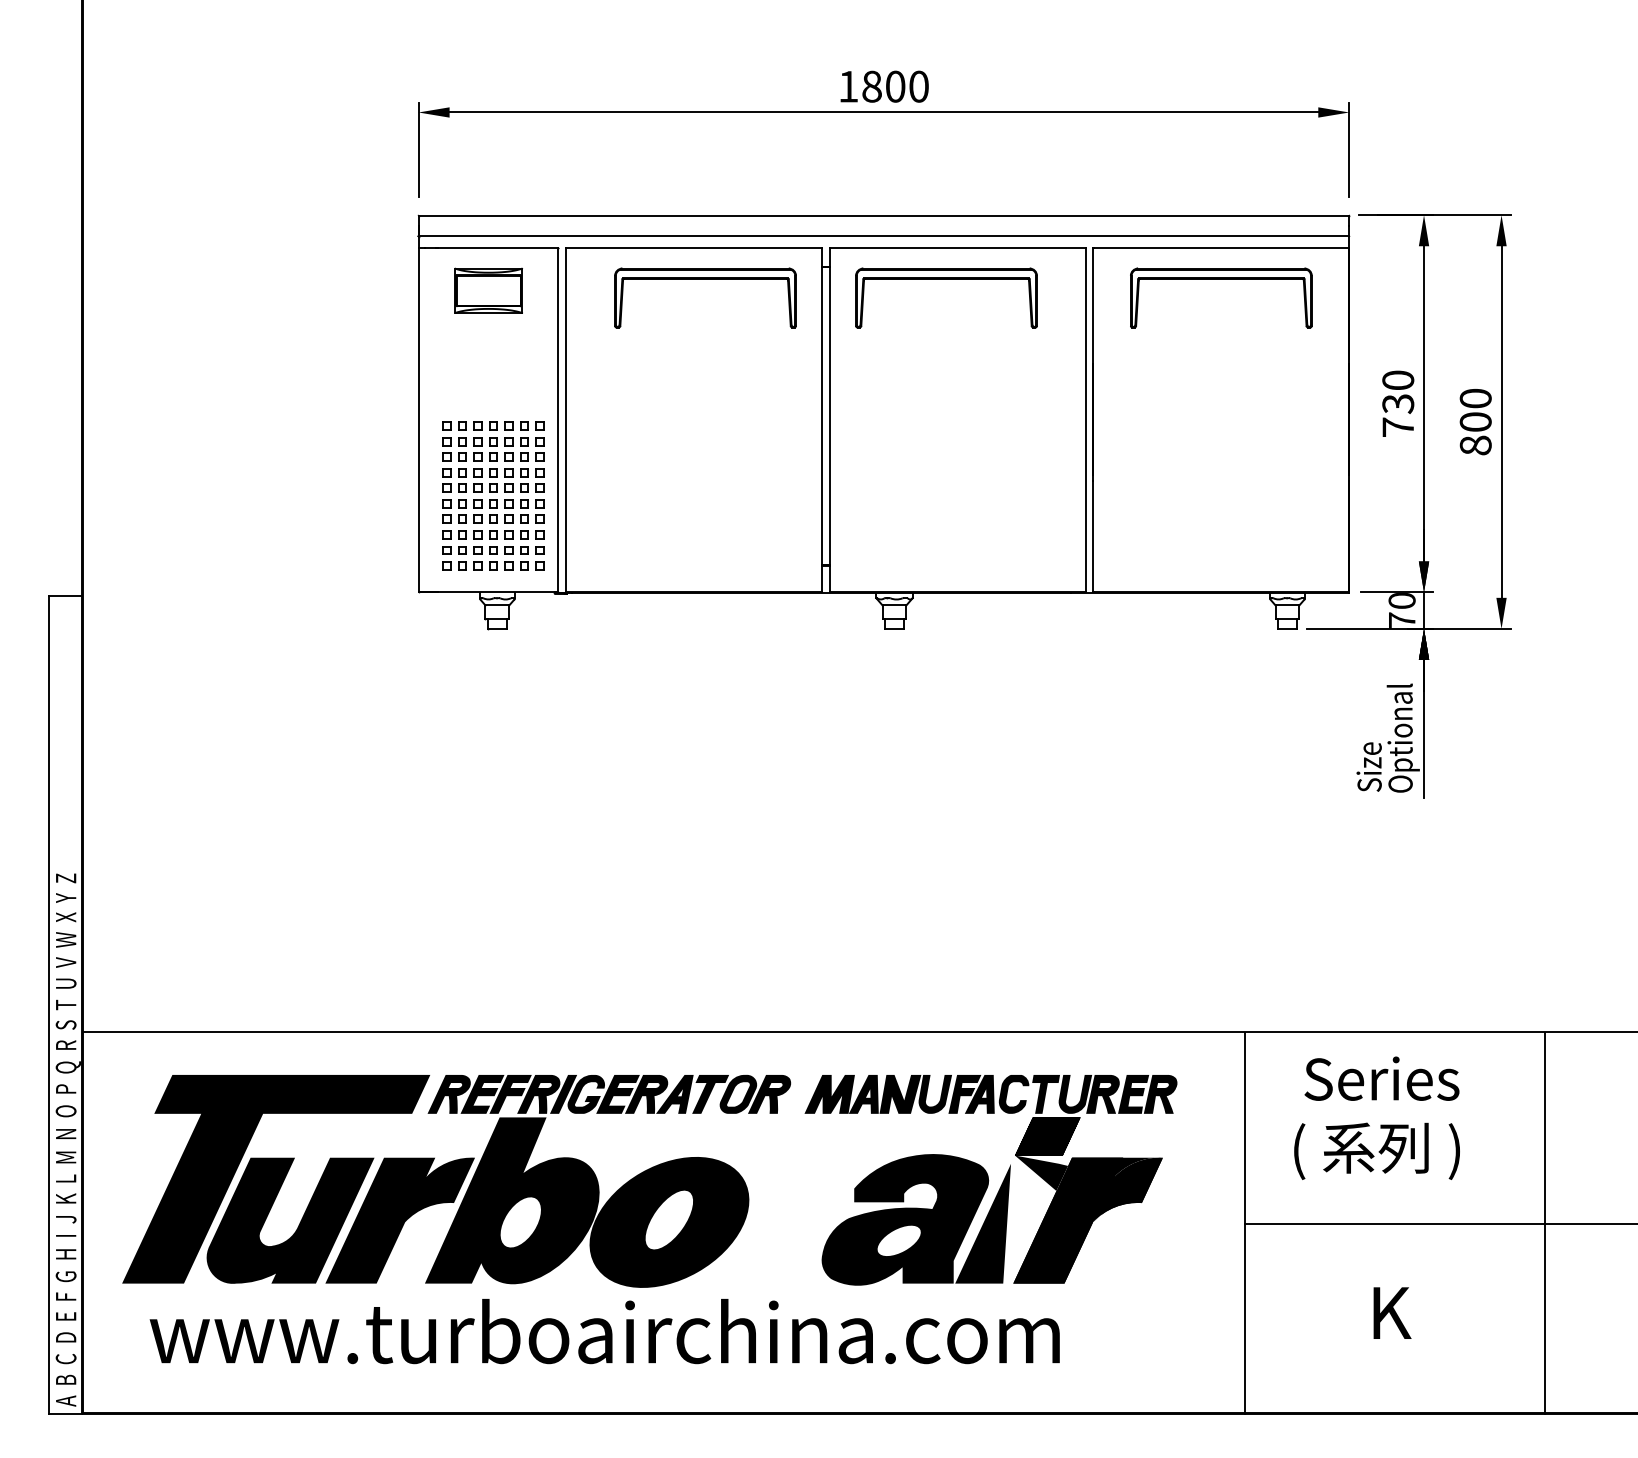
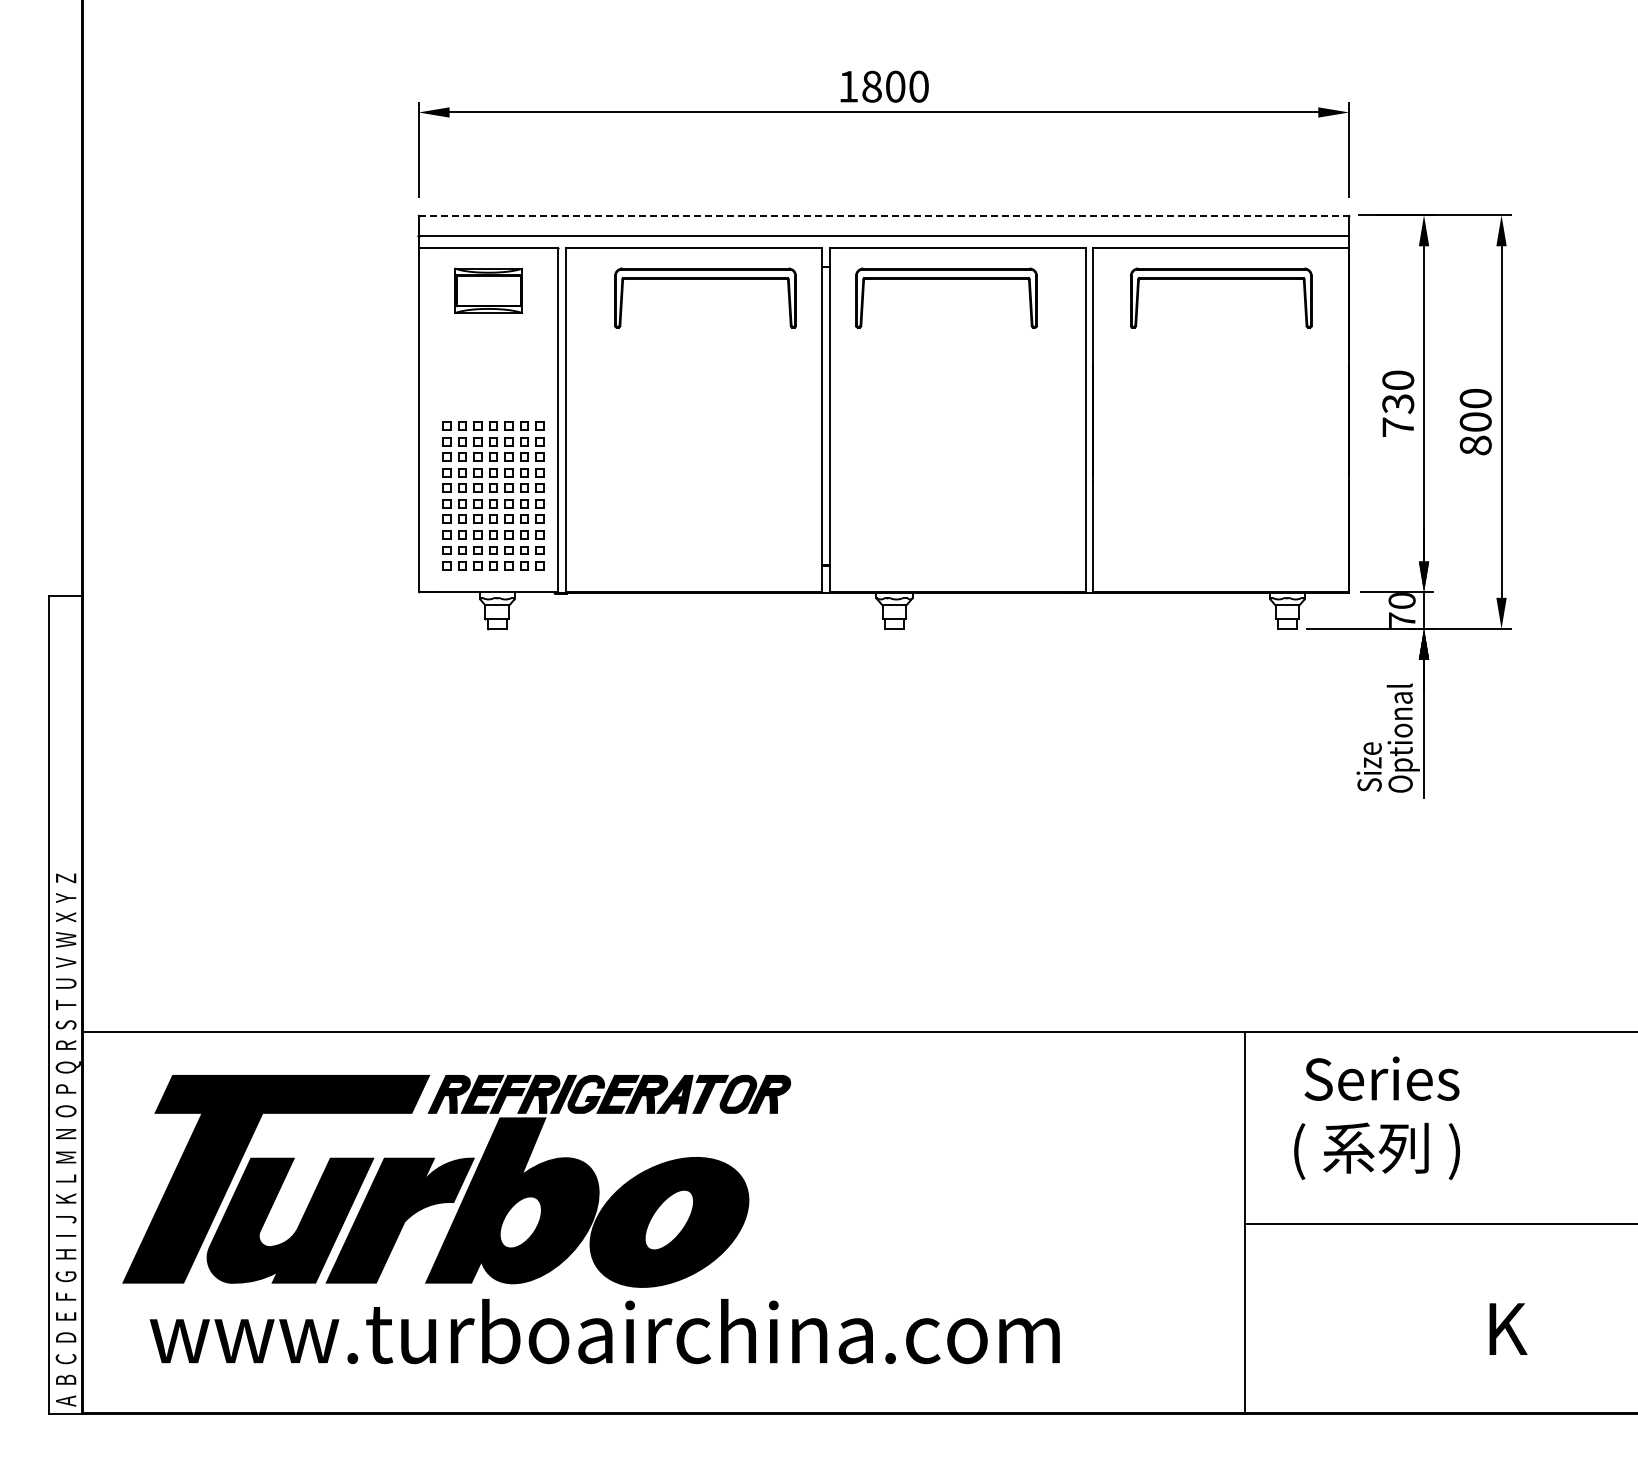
line at (884, 215): solid -> dashed
part at (990, 1180): present -> none
line at (1545, 1223): present -> none
text at (1392, 1312) position: (1392, 1312) -> (1508, 1328)
